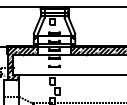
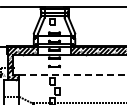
line at (73, 75): solid -> dashed
